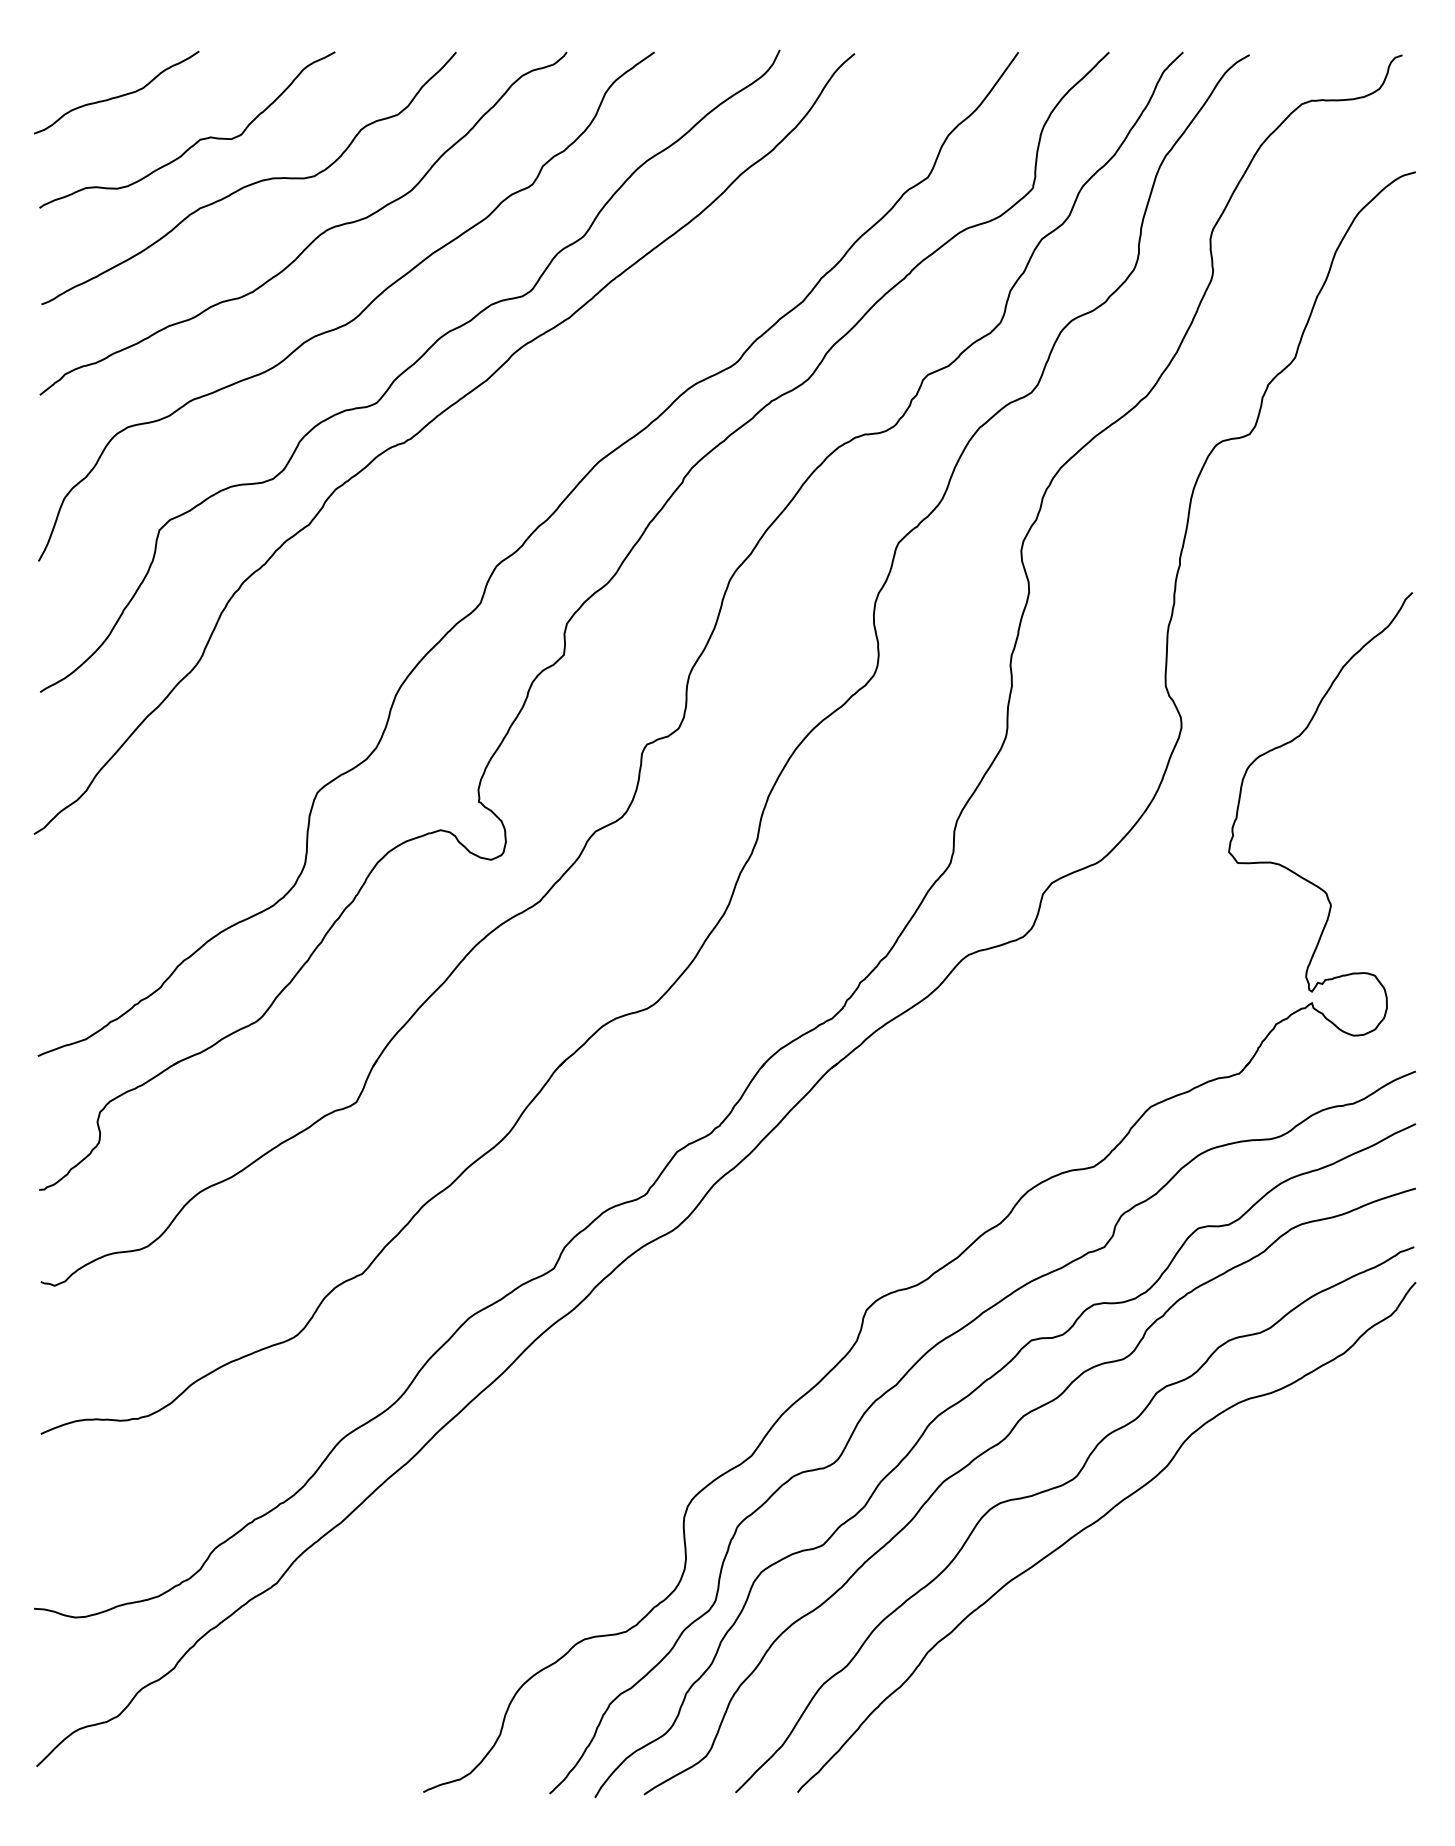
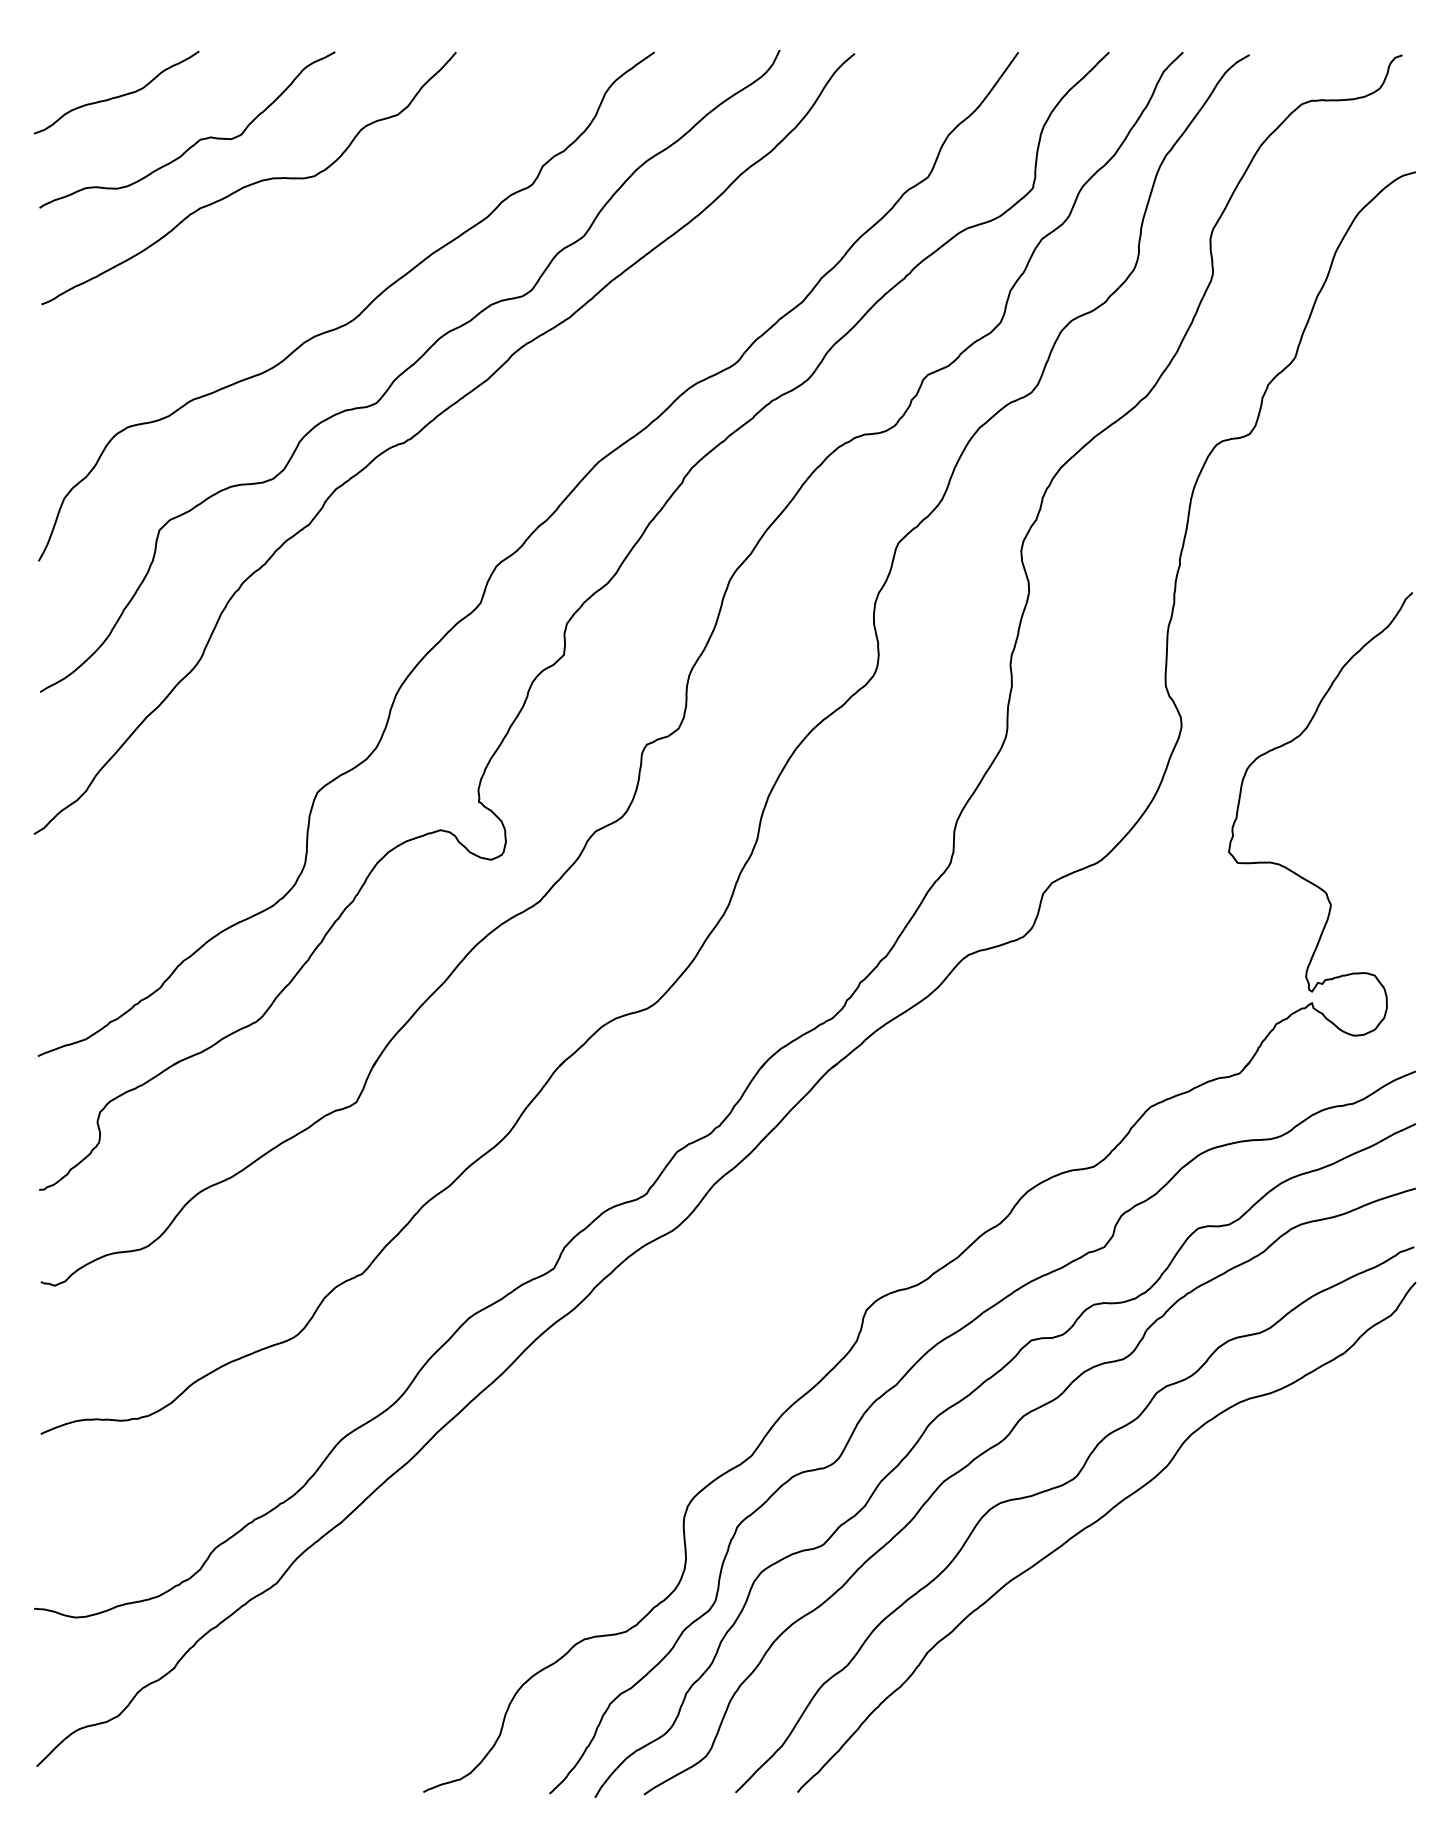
curve at (315, 237): present -> none
